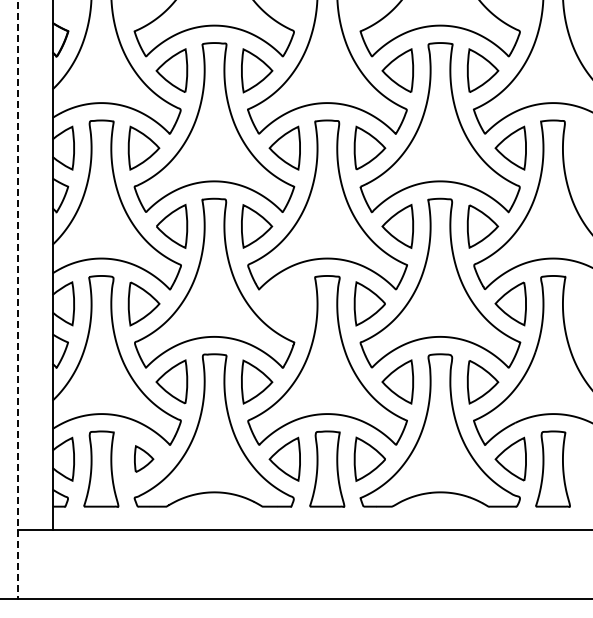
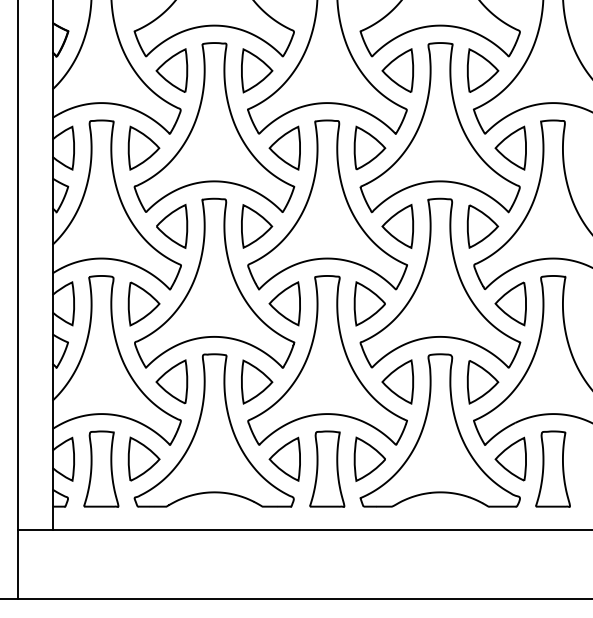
line at (17, 300): dashed -> solid
part at (284, 303): none -> present
part at (144, 458) size: 21x28 px -> 34x46 px
